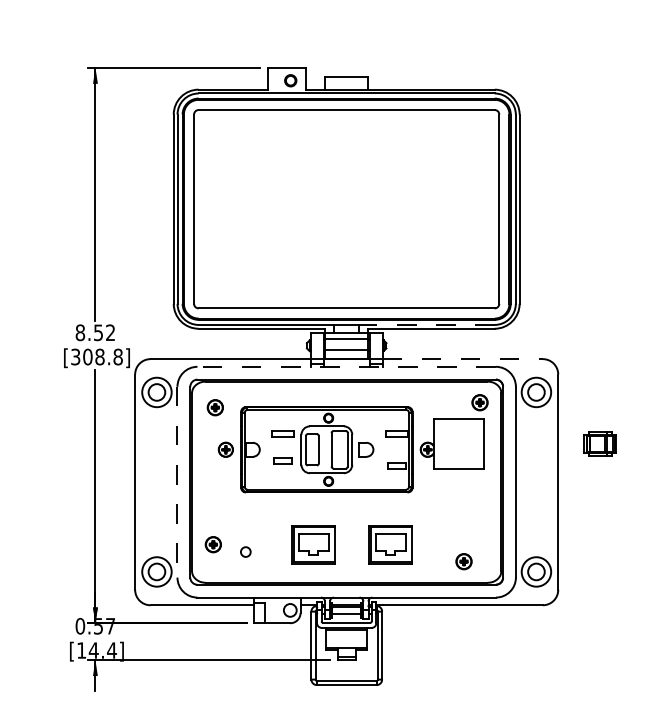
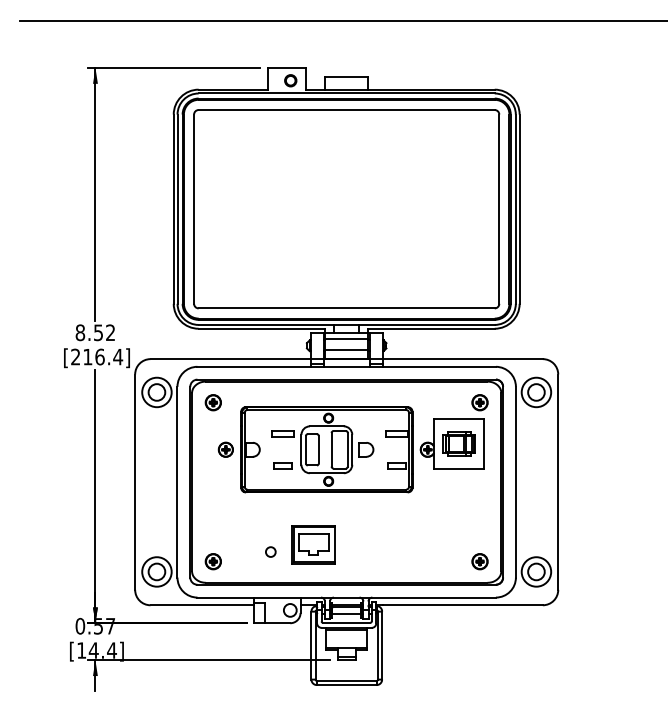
line at (341, 21): none -> present
line at (427, 324): dashed -> solid
text at (97, 356): [308.8] -> [216.4]
line at (463, 359): dashed -> solid
line at (346, 366): dashed -> solid
part at (214, 407) position: (214, 407) -> (212, 402)
part at (599, 443) position: (599, 443) -> (458, 443)
part at (282, 460) position: (282, 460) -> (282, 465)
line at (177, 482): dashed -> solid
part at (212, 544) position: (212, 544) -> (212, 561)
part at (390, 544): present -> none
circle at (245, 551) position: (245, 551) -> (270, 551)
part at (463, 561) position: (463, 561) -> (479, 561)
